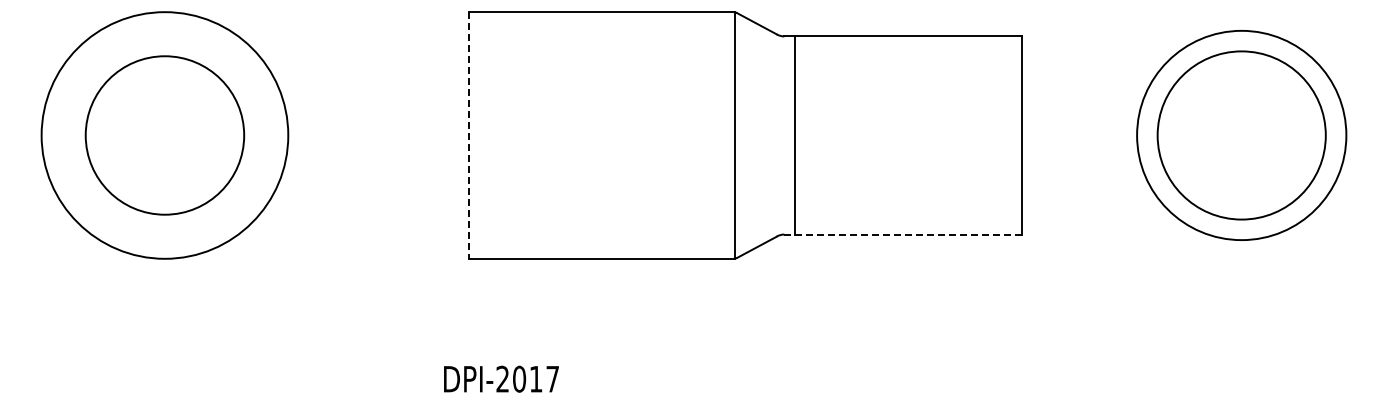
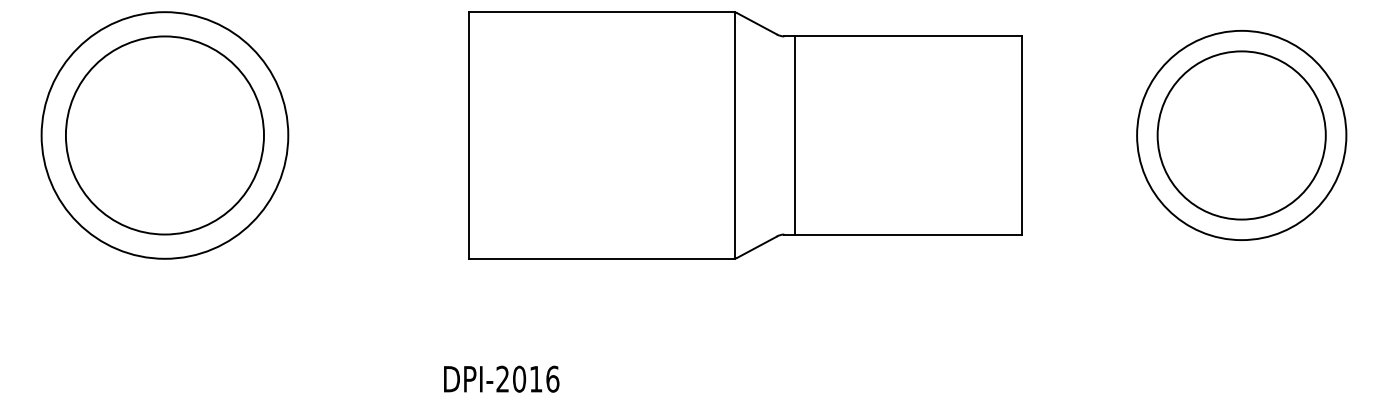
circle at (164, 135) diameter: 158 px -> 198 px
line at (469, 135): dashed -> solid
line at (902, 234): dashed -> solid
text at (552, 378): DPI-2017 -> DPI-2016
